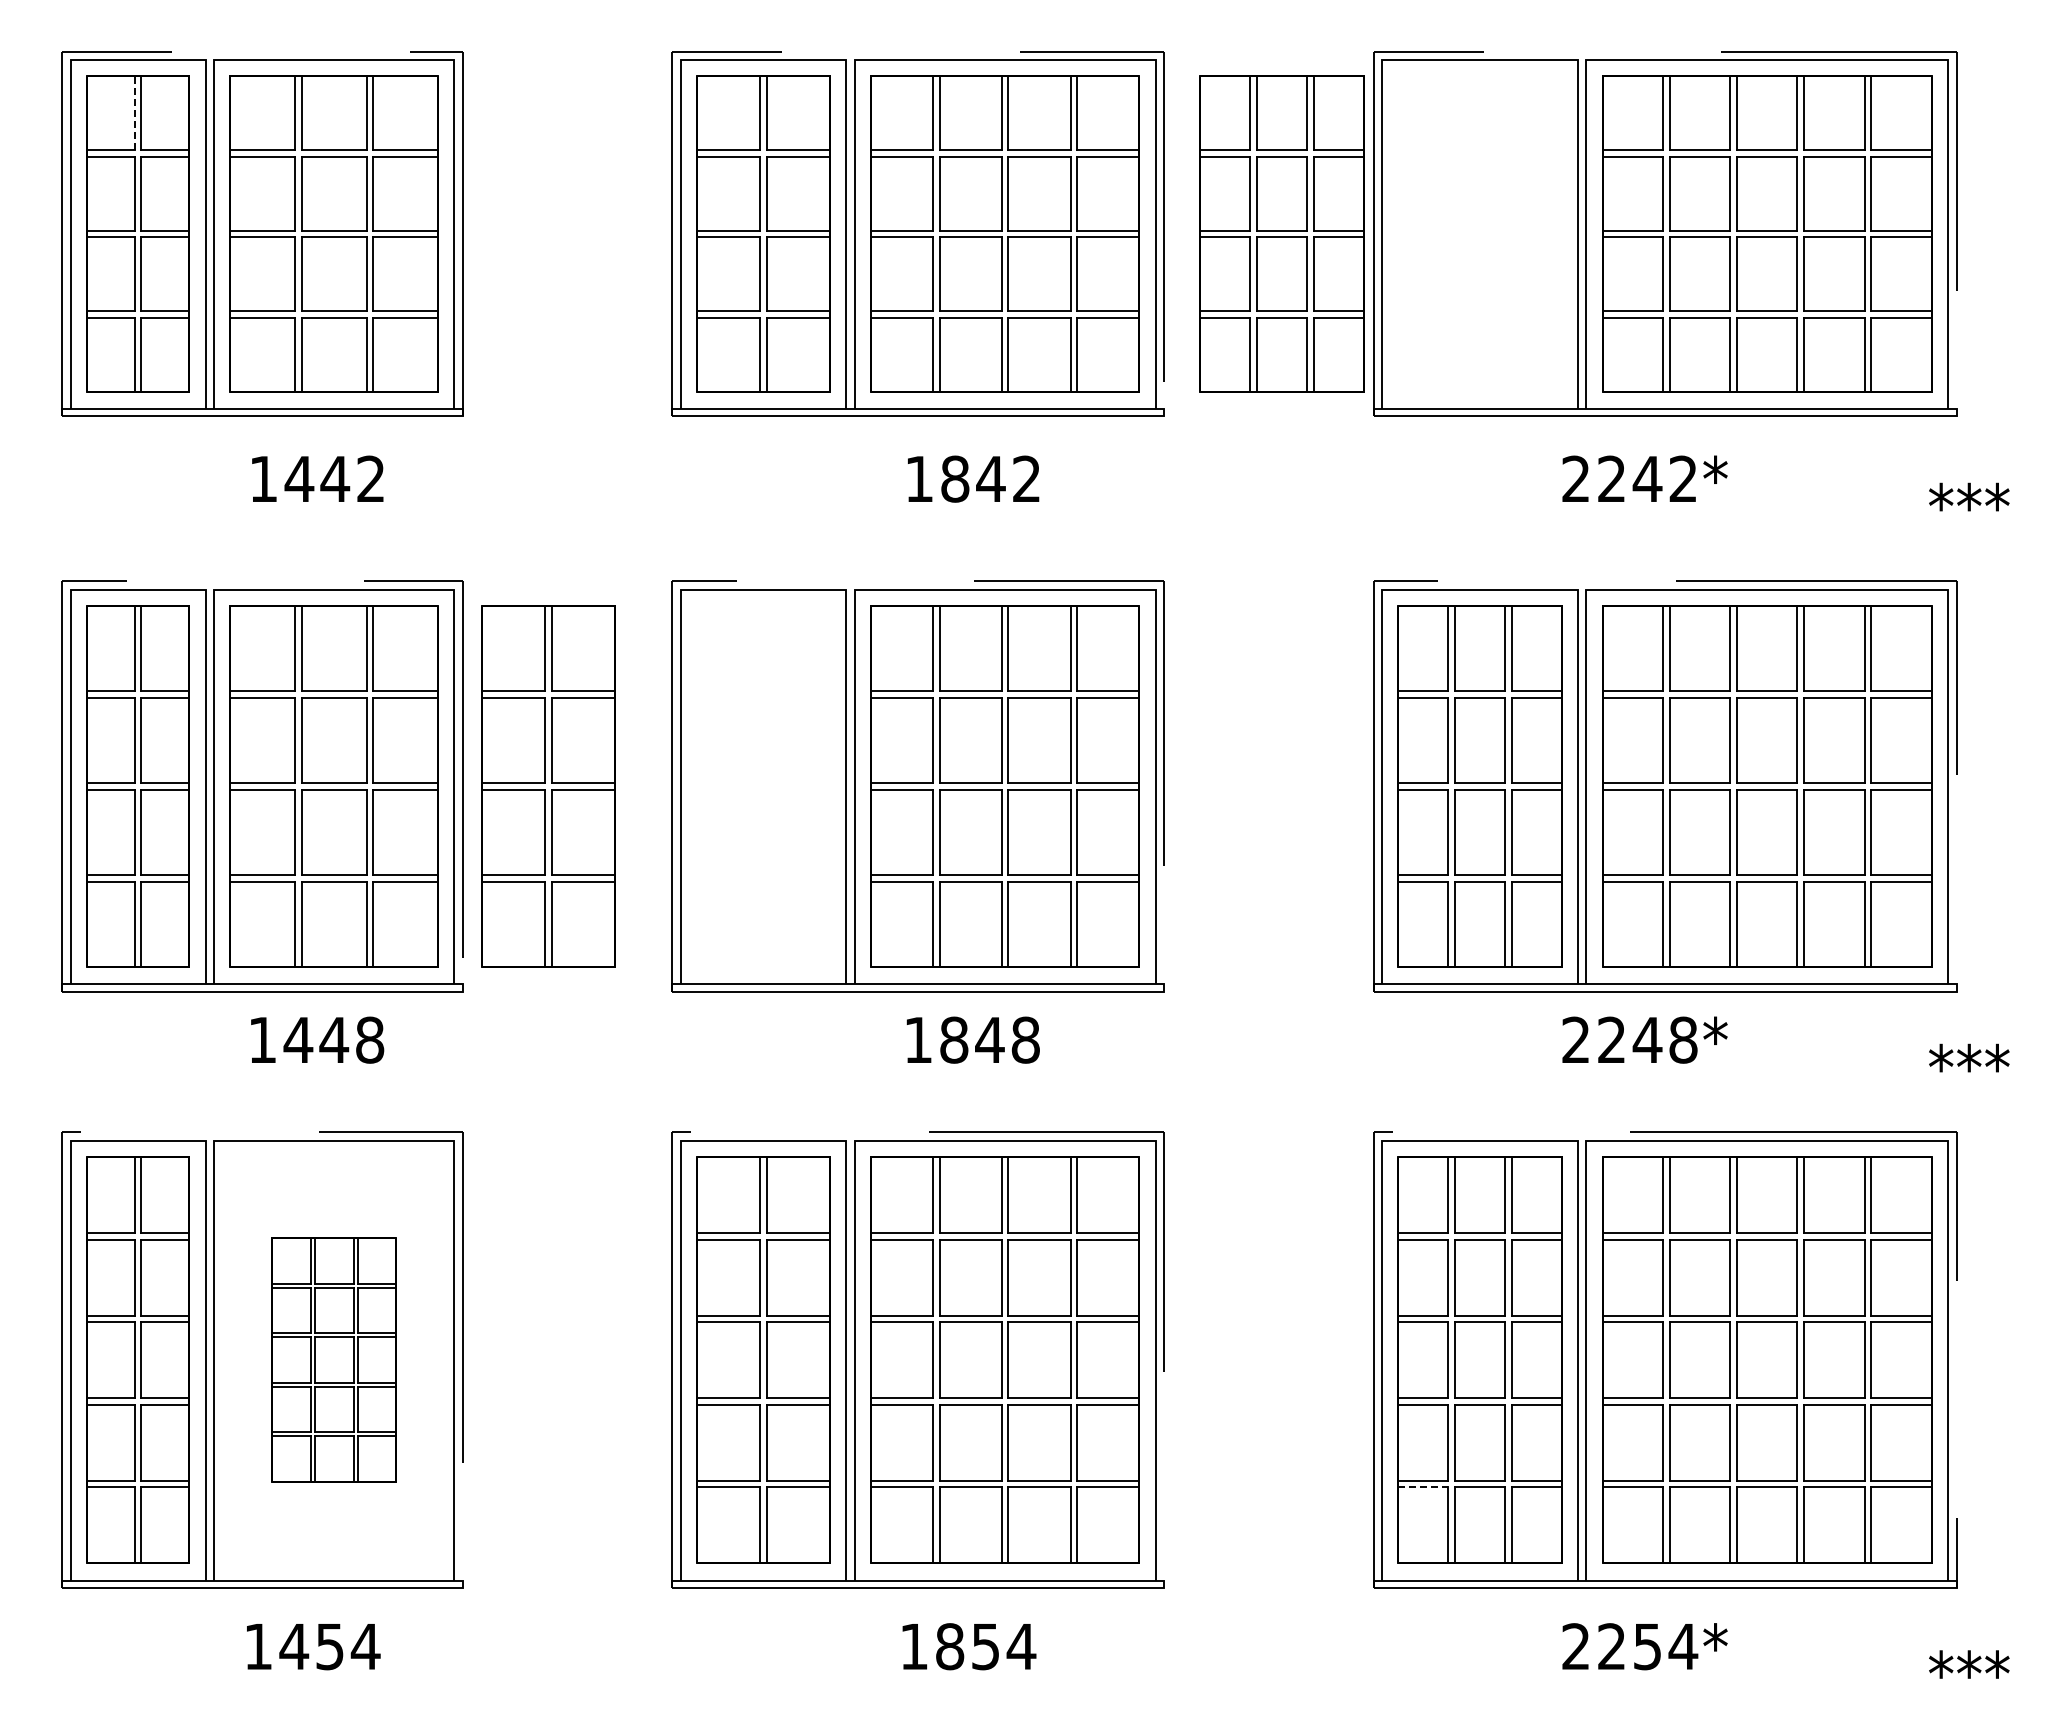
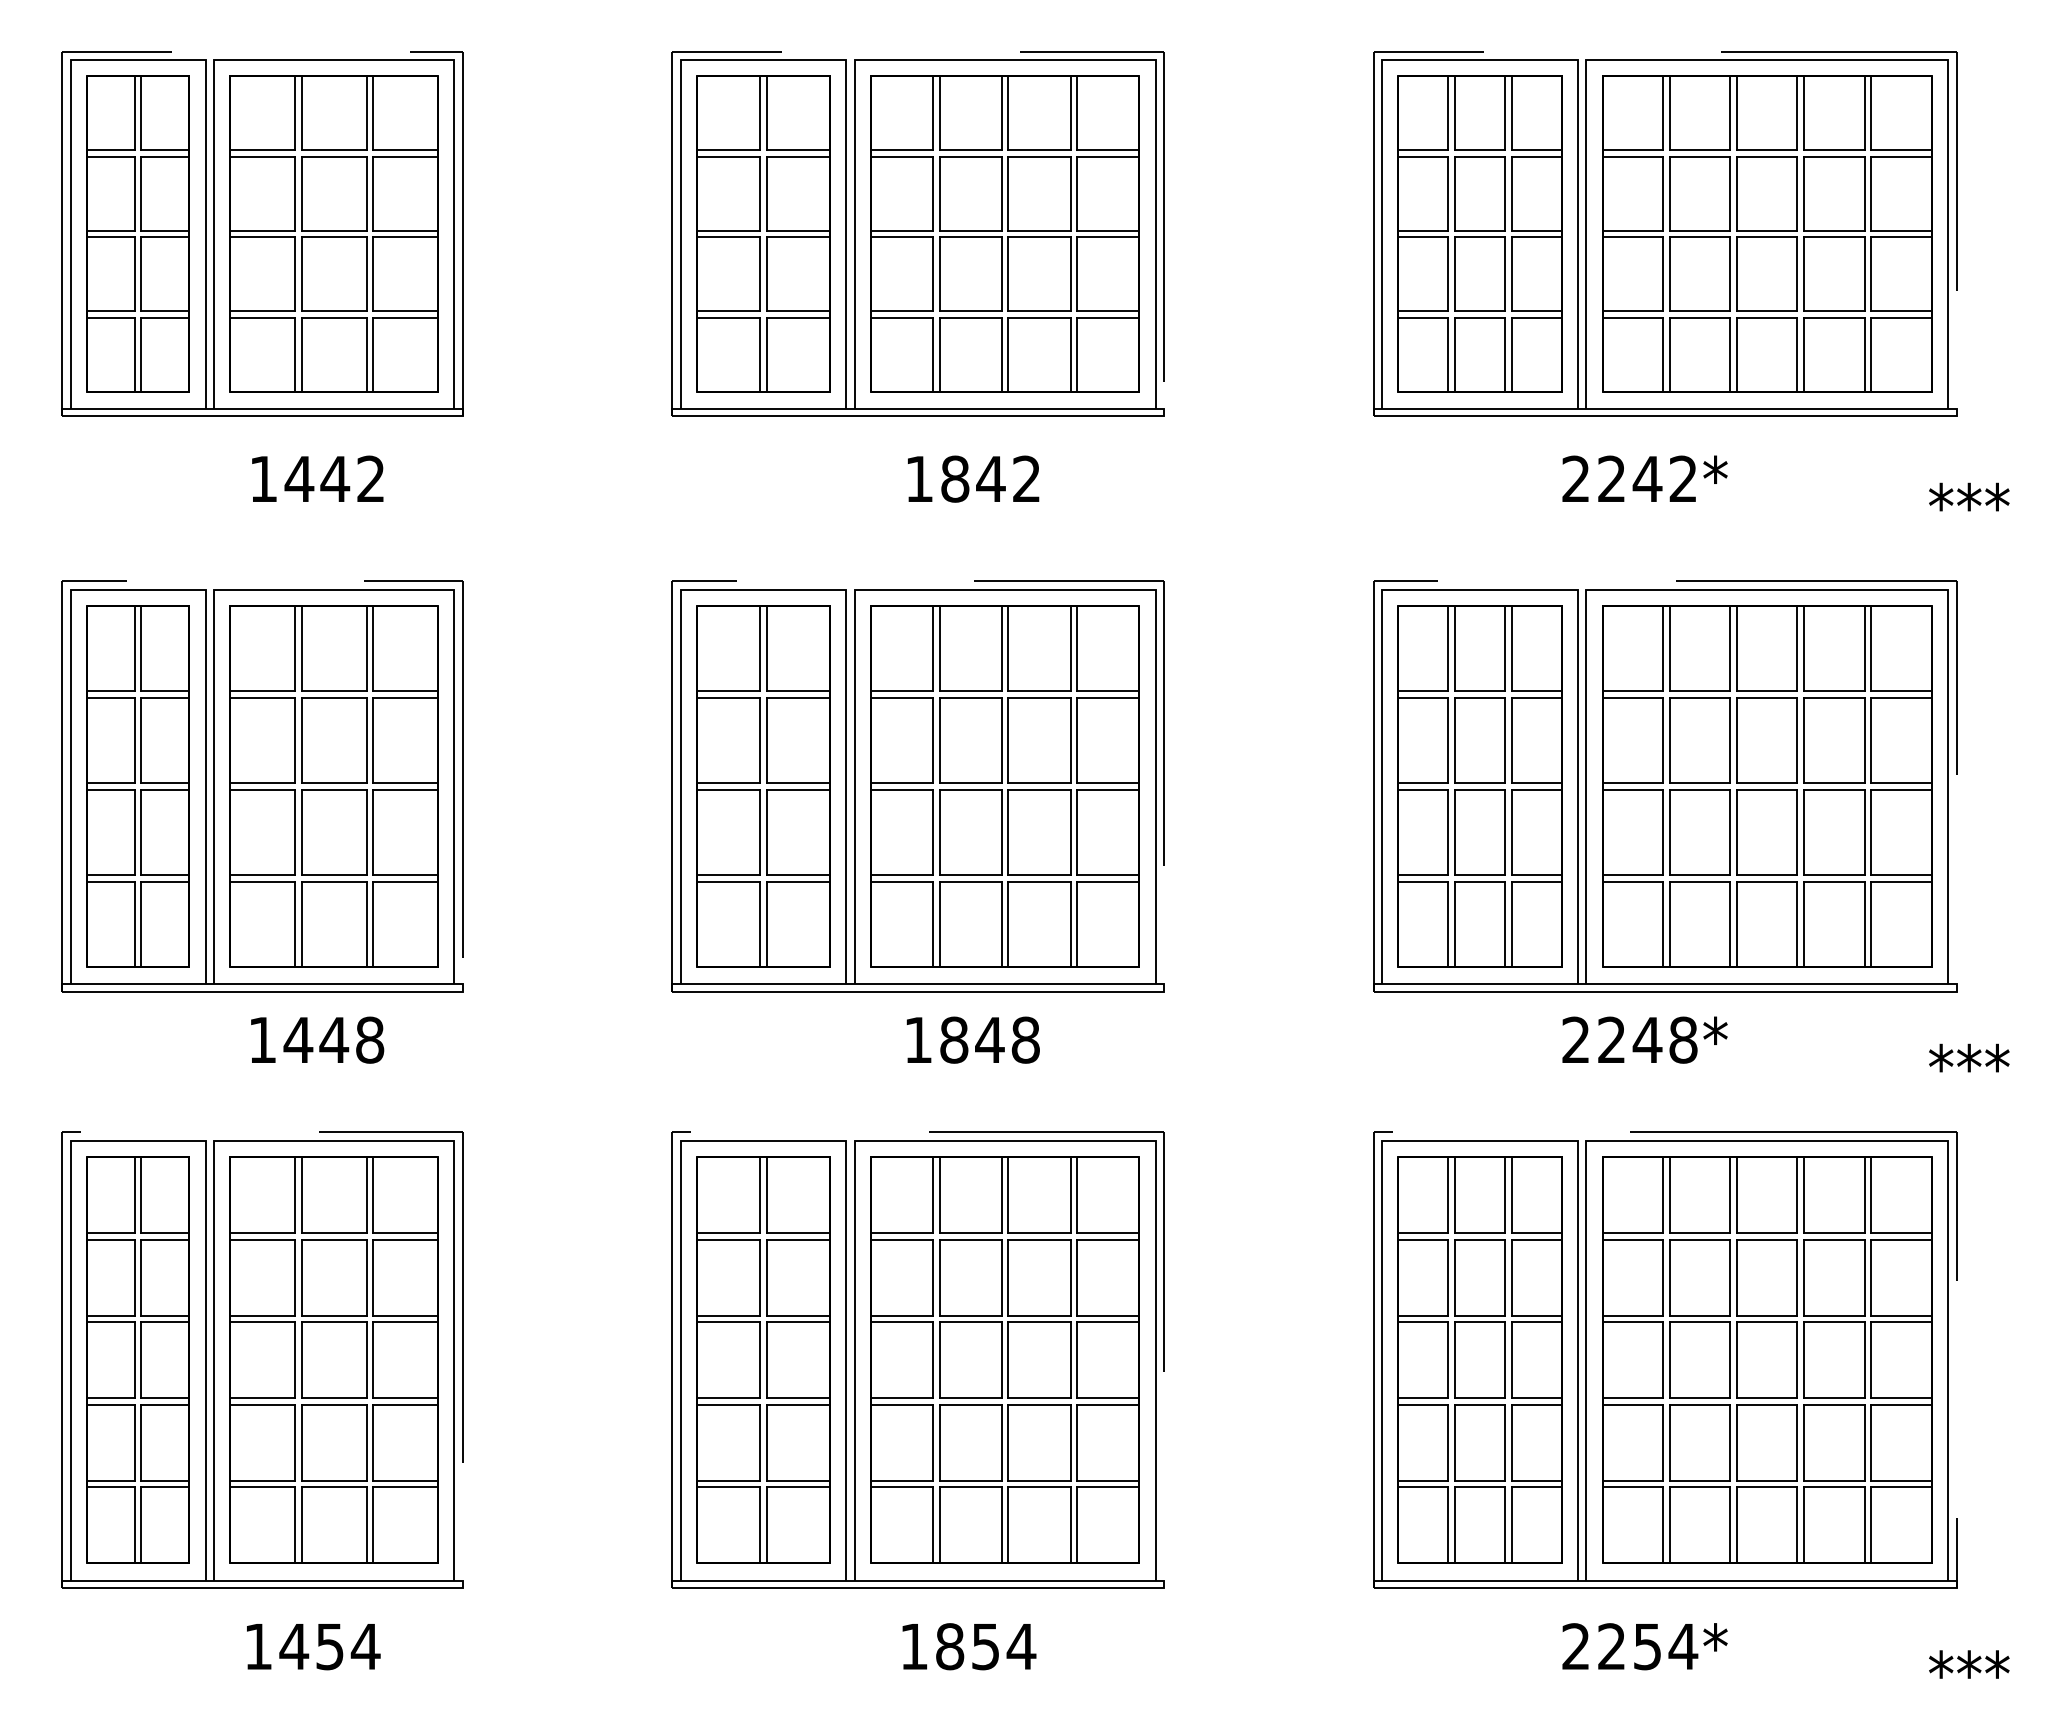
line at (134, 113): dashed -> solid
part at (1281, 233) position: (1281, 233) -> (1479, 233)
part at (548, 786) position: (548, 786) -> (763, 786)
part at (333, 1359) size: 126x246 px -> 210x408 px
line at (1423, 1487): dashed -> solid
